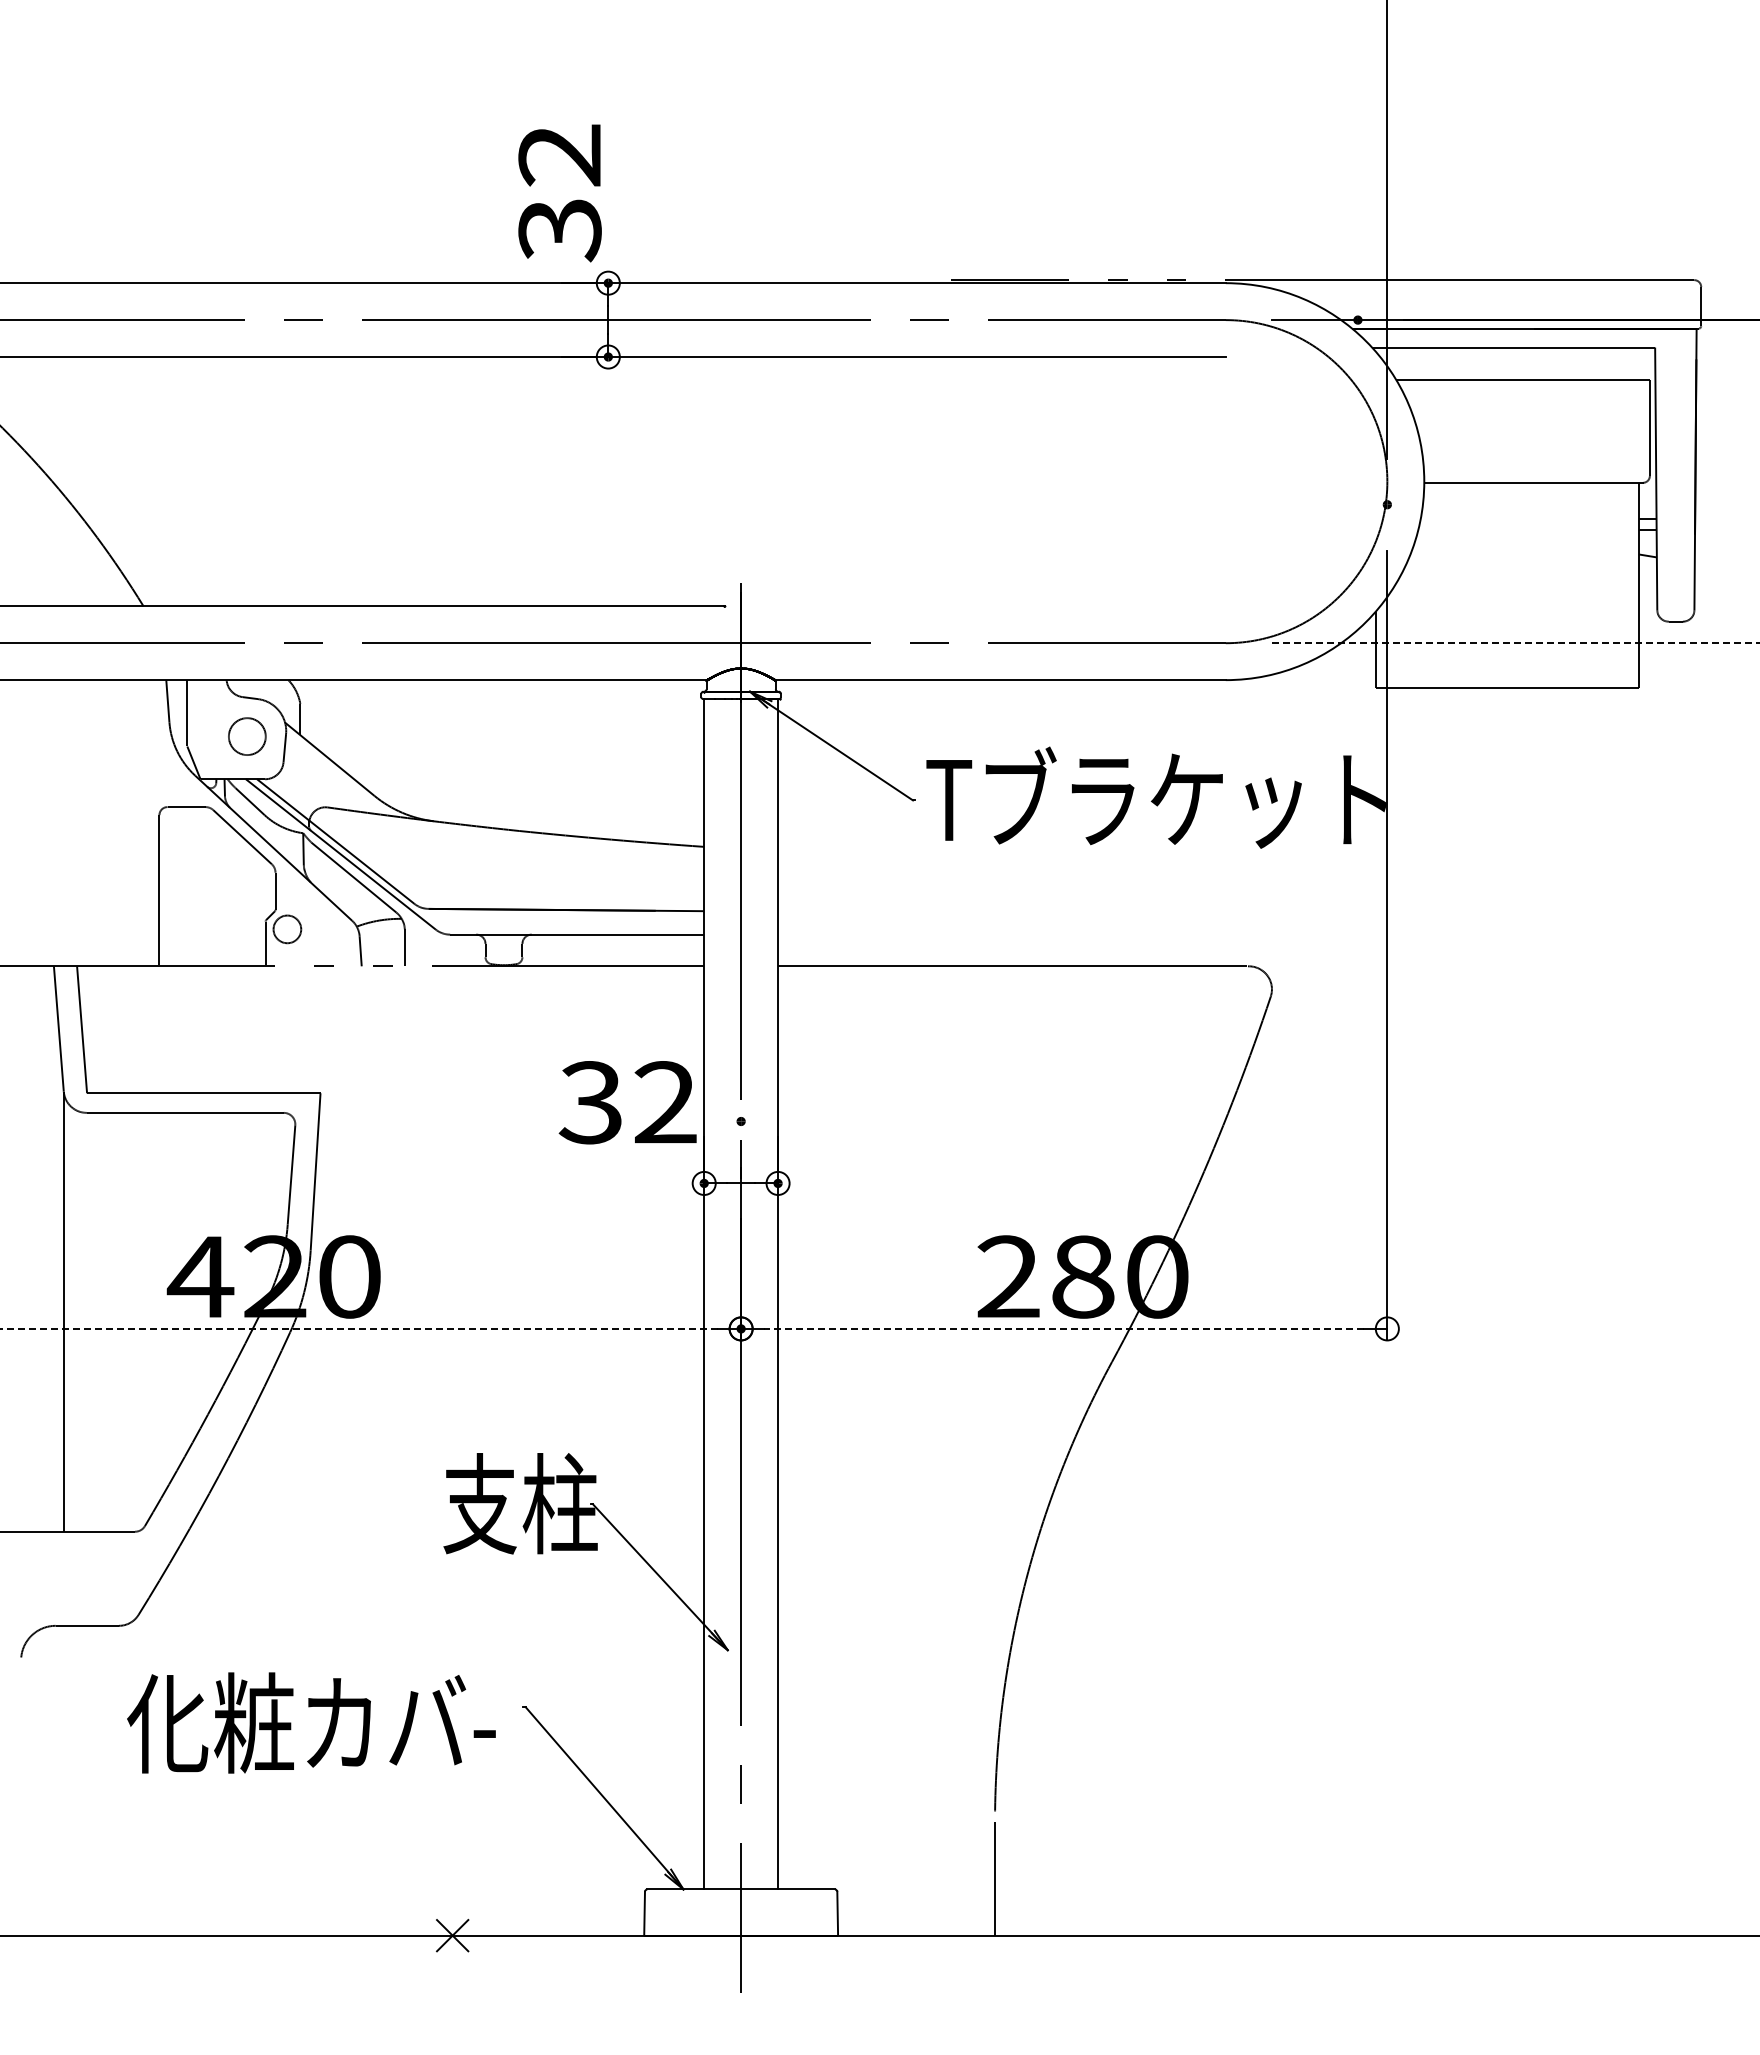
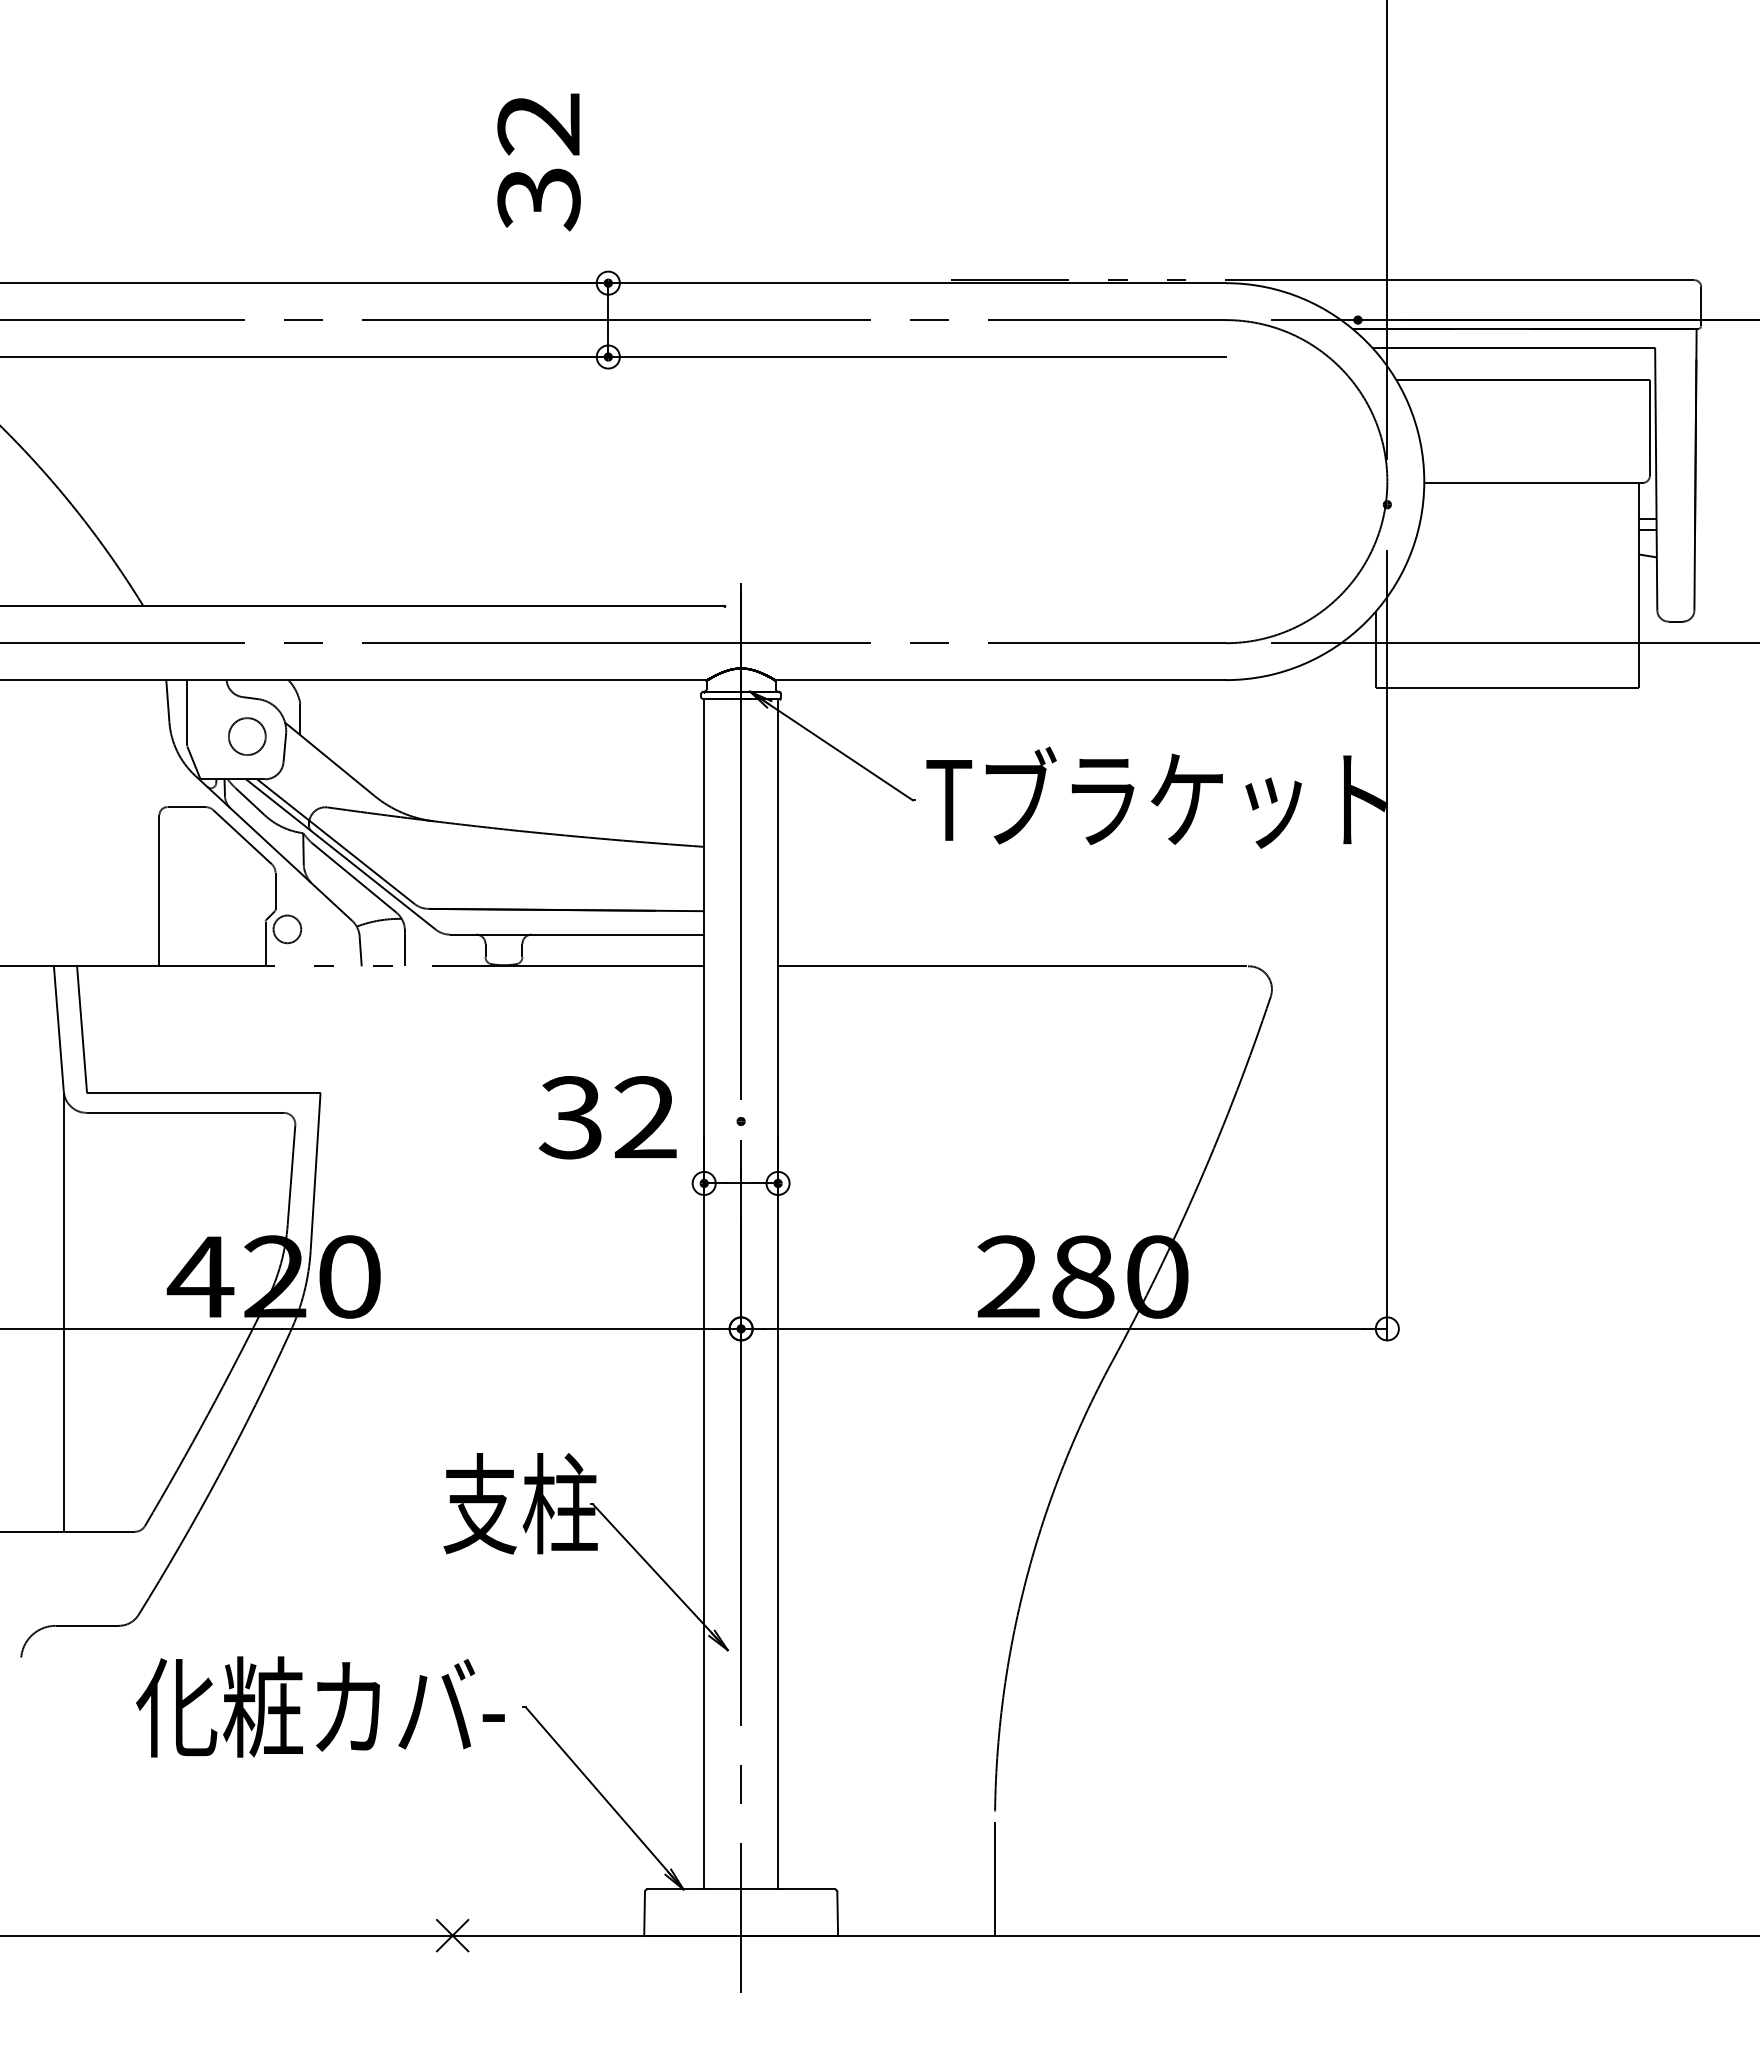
text at (559, 193) position: (559, 193) -> (538, 162)
line at (1515, 643): dashed -> solid
text at (627, 1102) position: (627, 1102) -> (607, 1117)
line at (359, 1328): dashed -> solid
line at (1063, 1328): dashed -> solid
text at (311, 1722) position: (311, 1722) -> (320, 1706)
